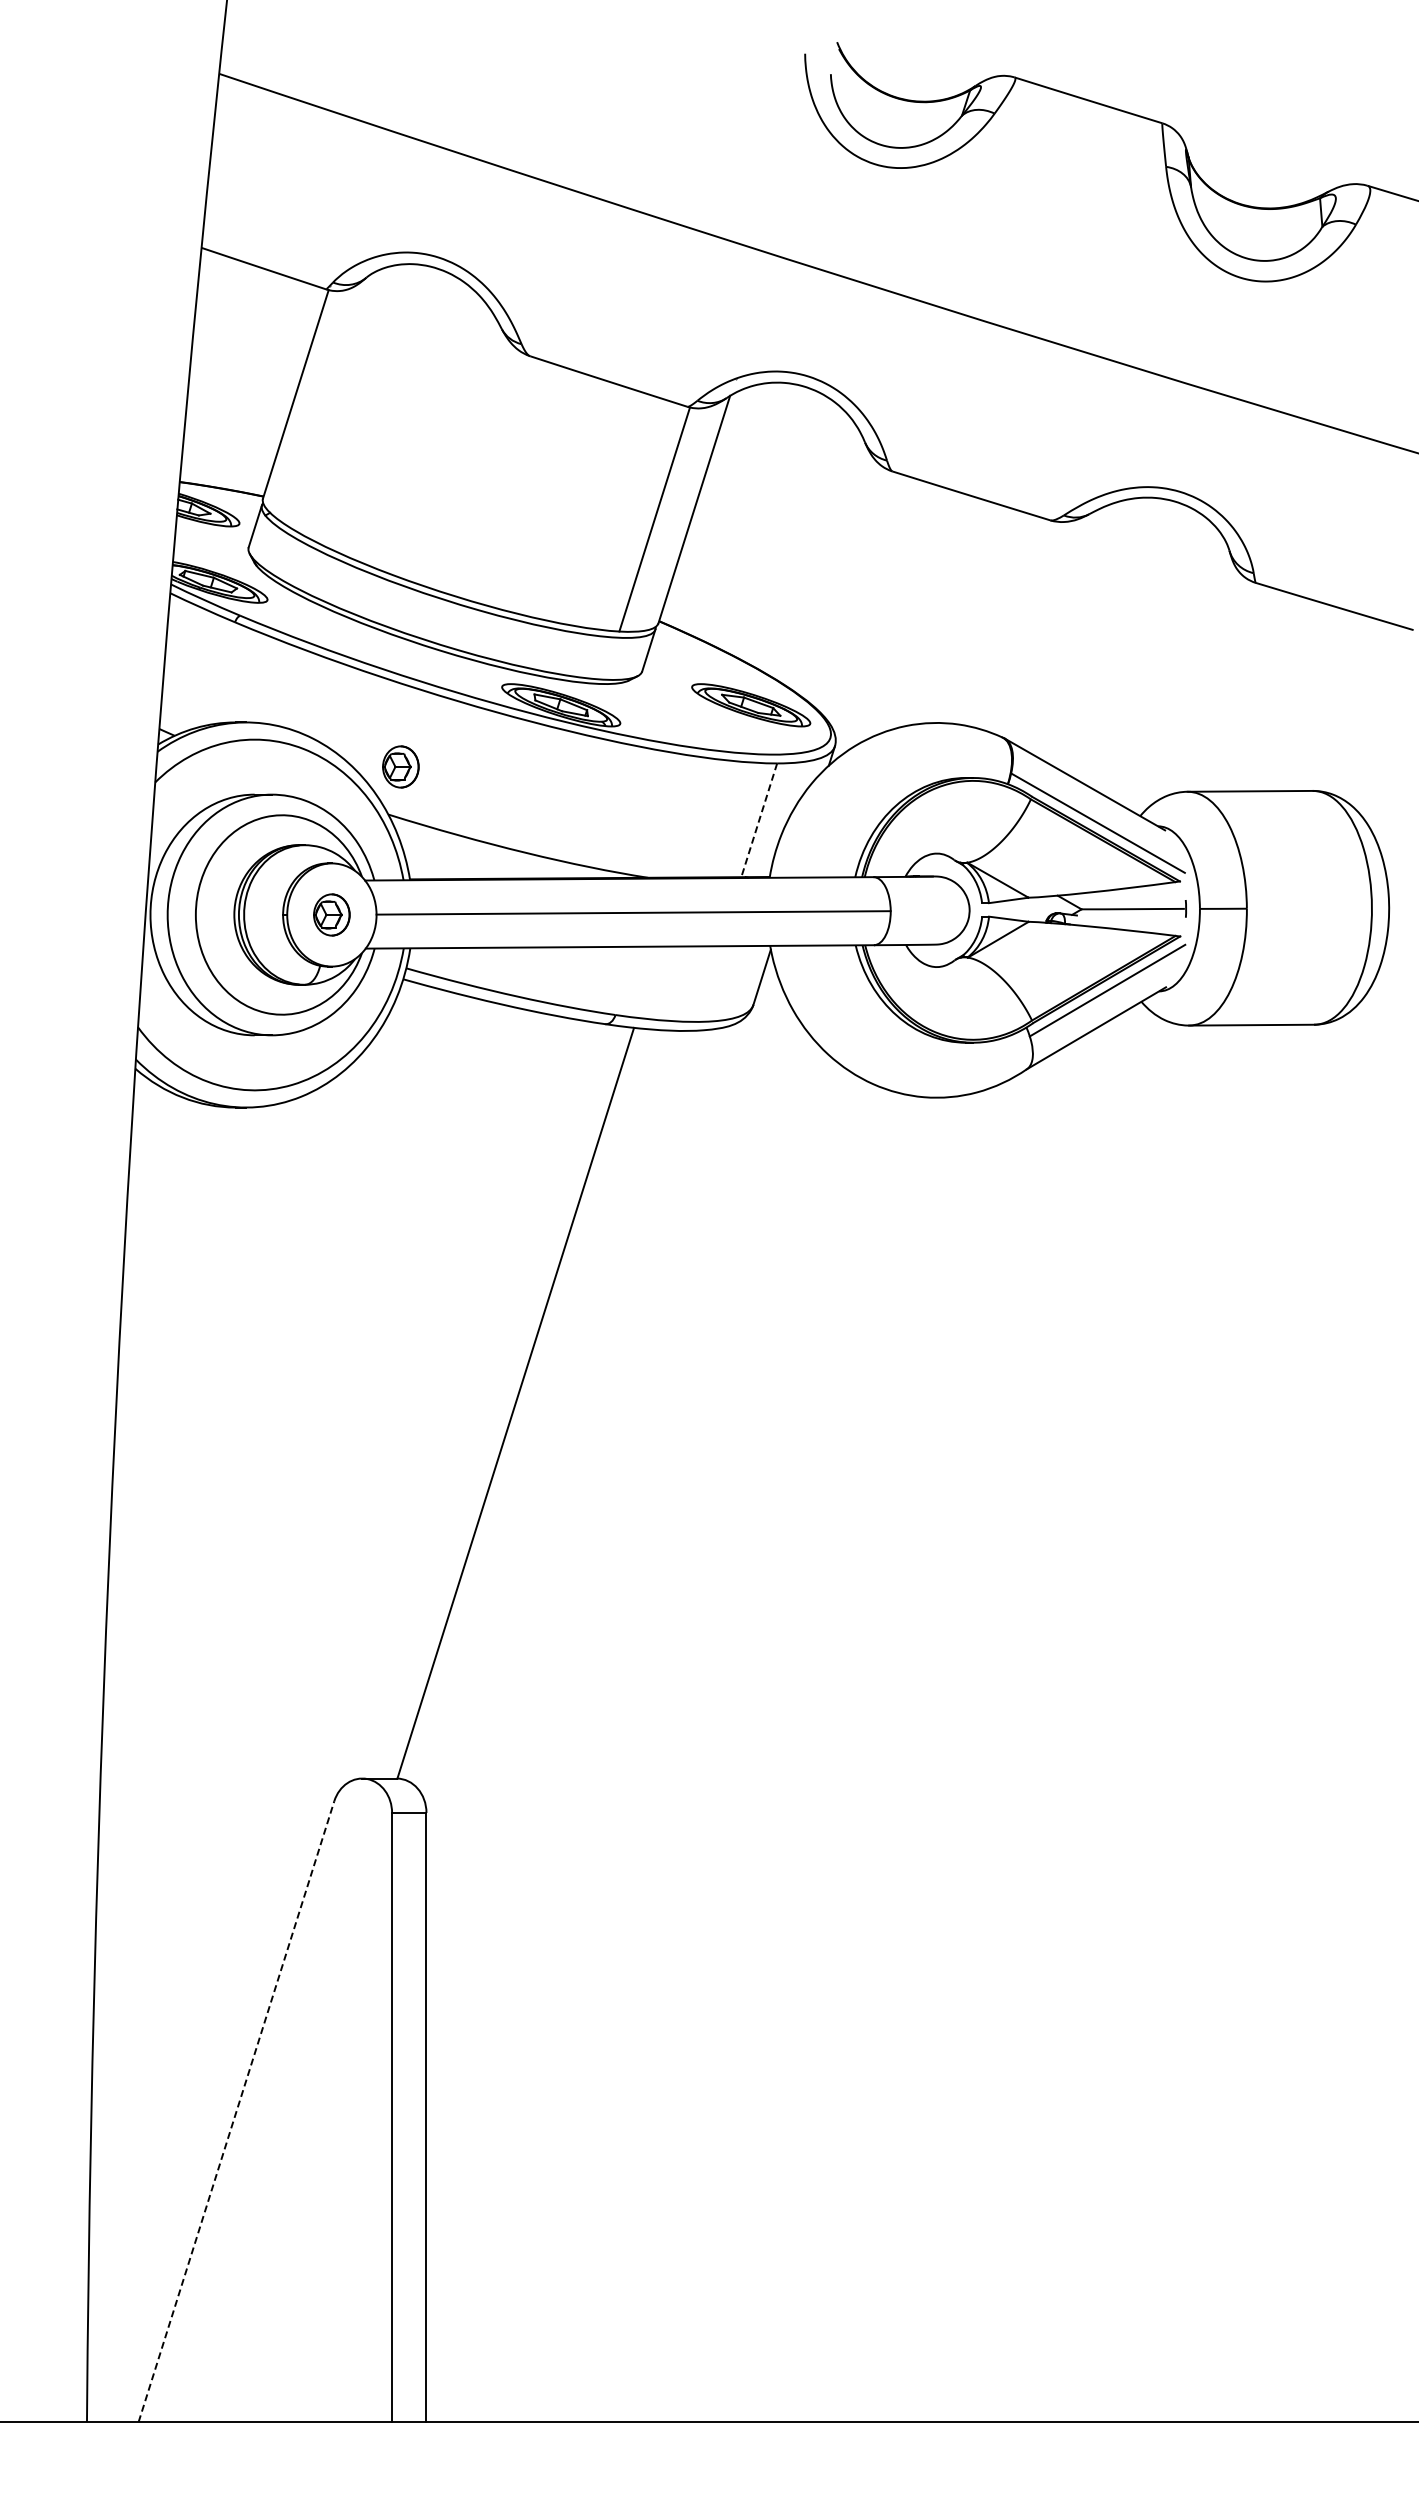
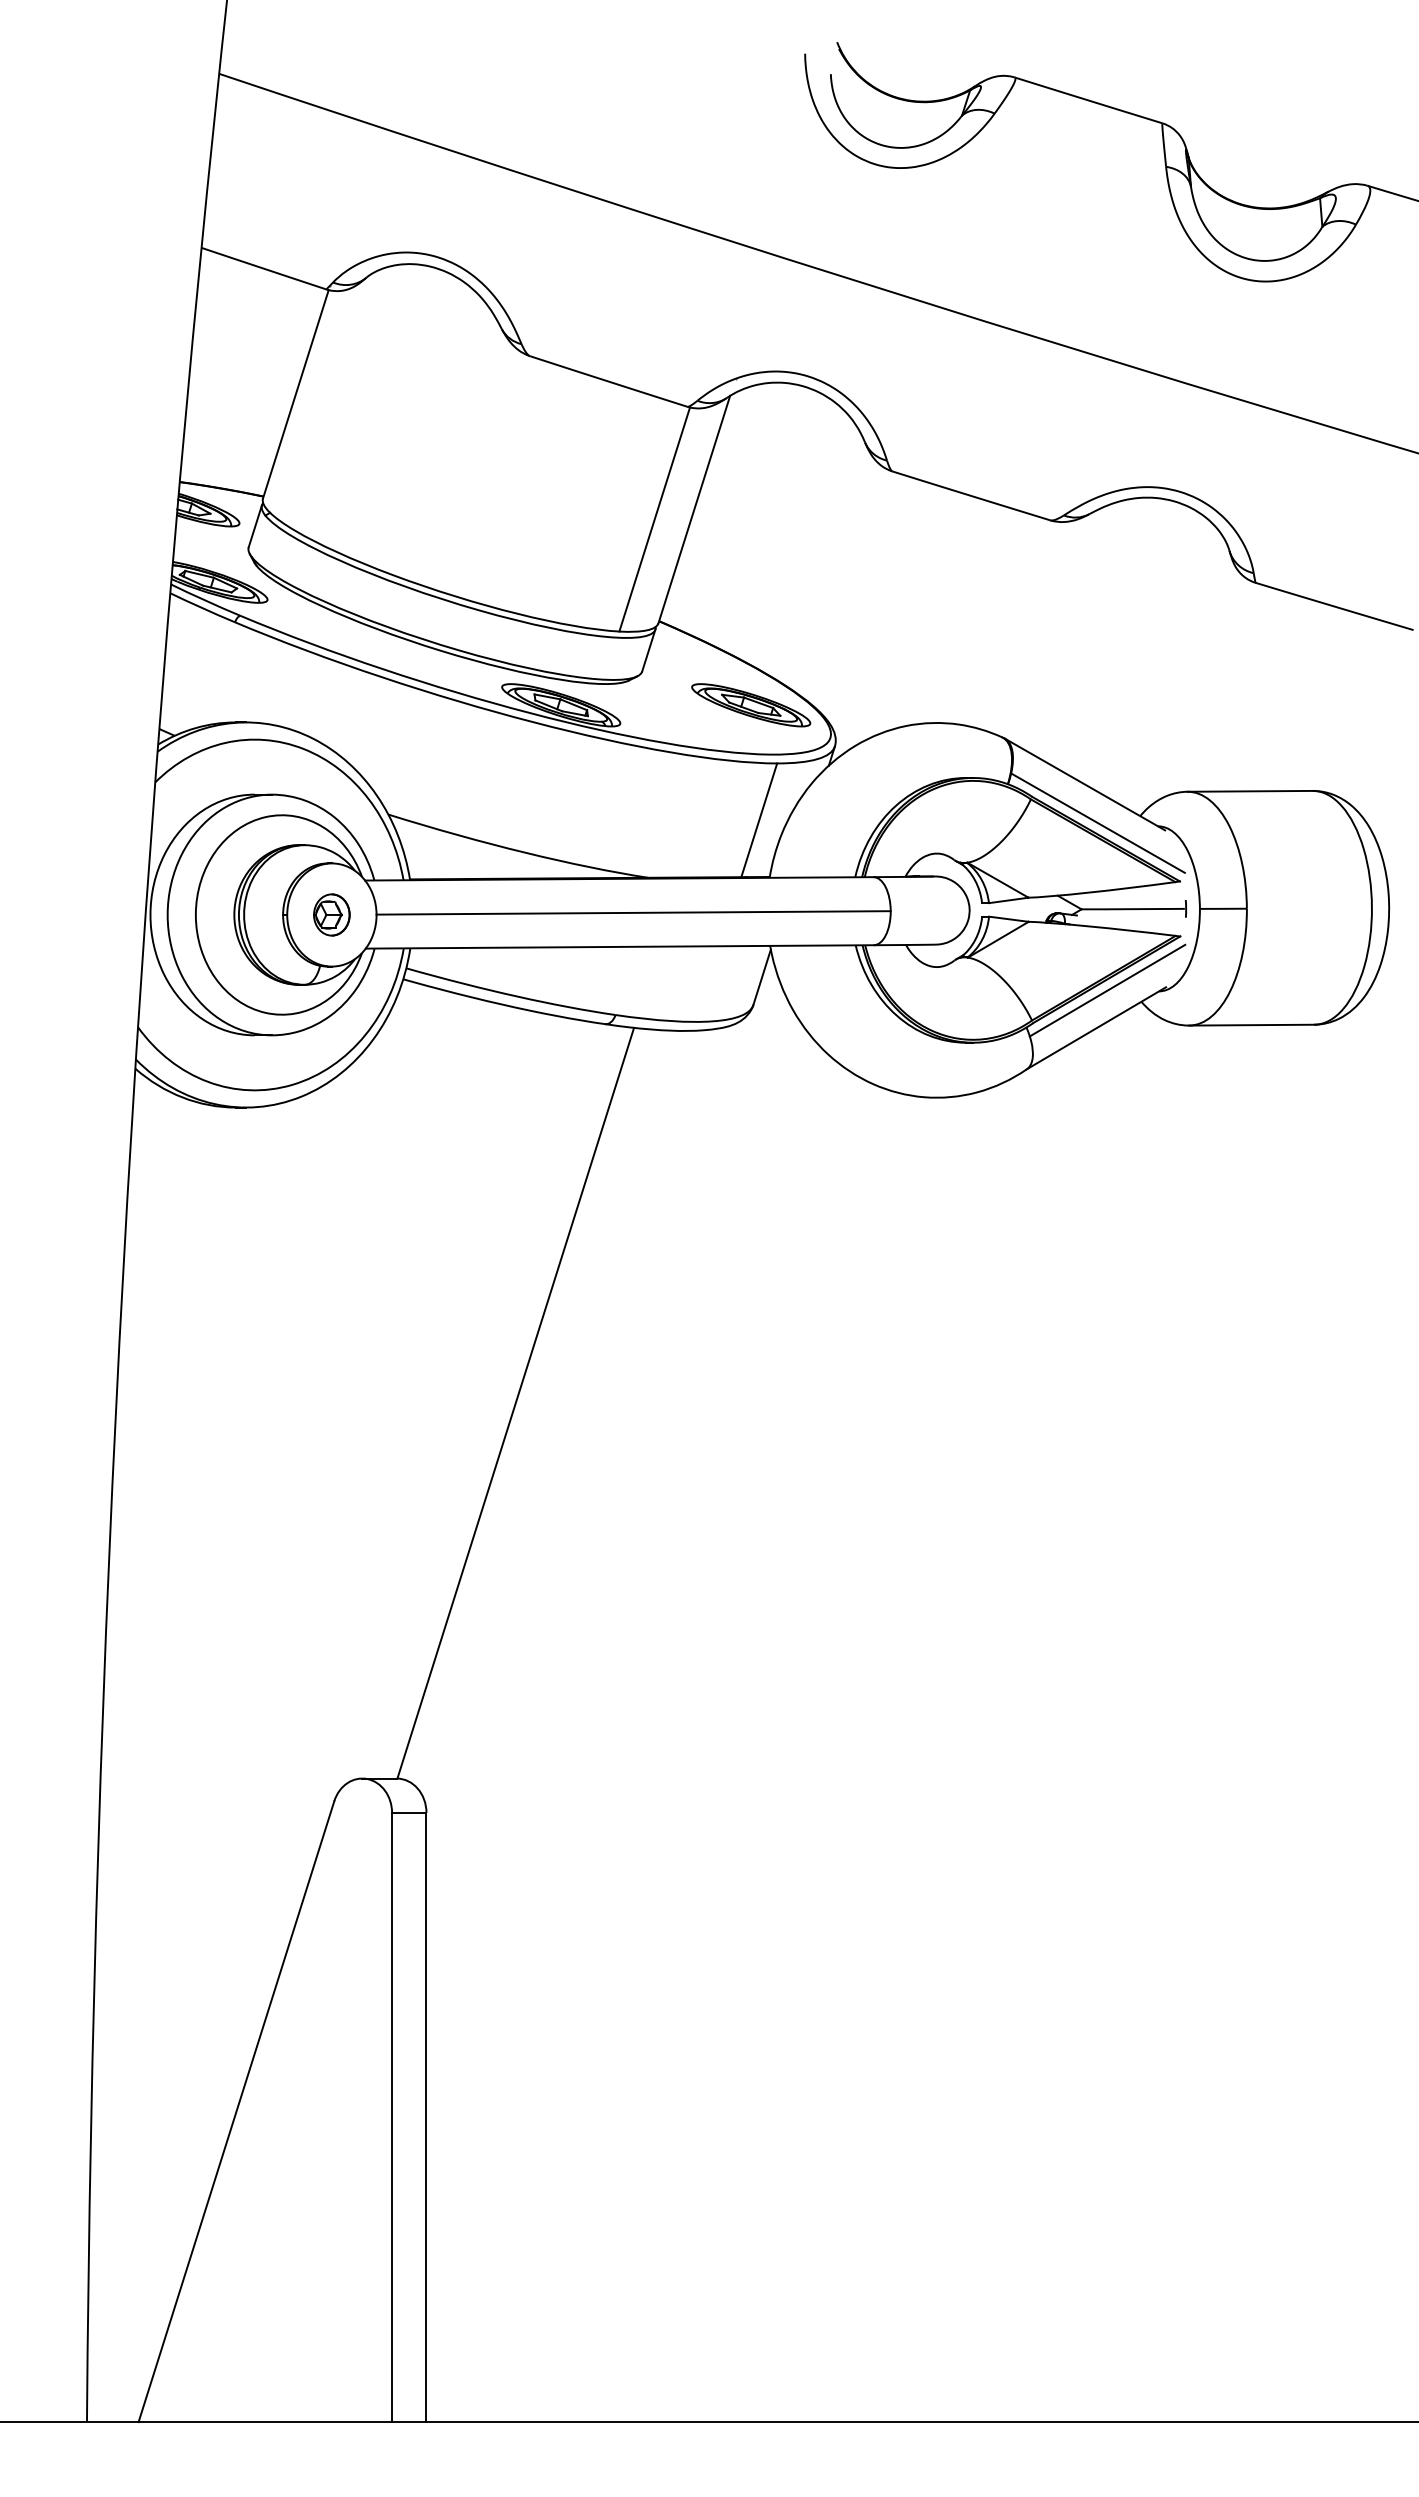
part at (400, 766): present -> none
line at (759, 820): dashed -> solid
line at (236, 2111): dashed -> solid
